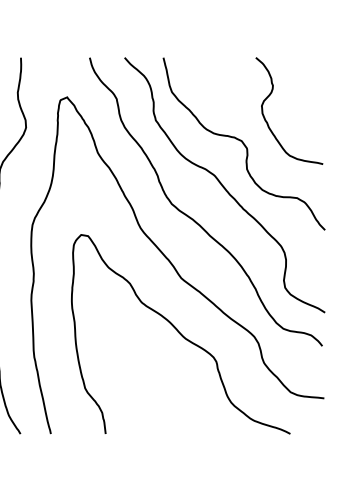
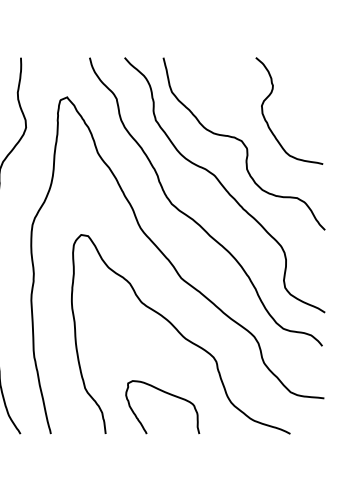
curve at (167, 394): none -> present
